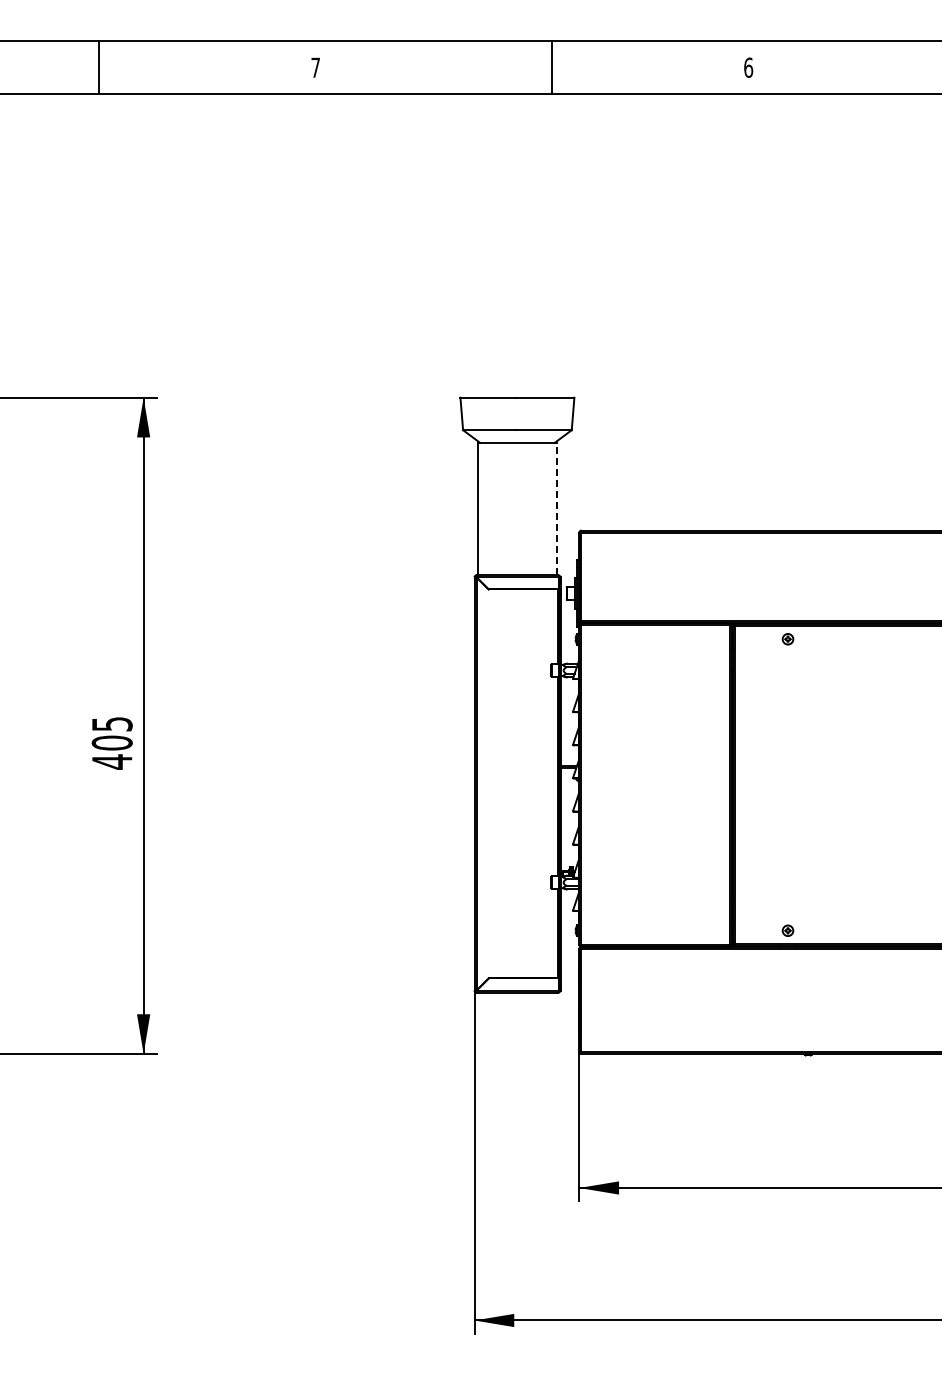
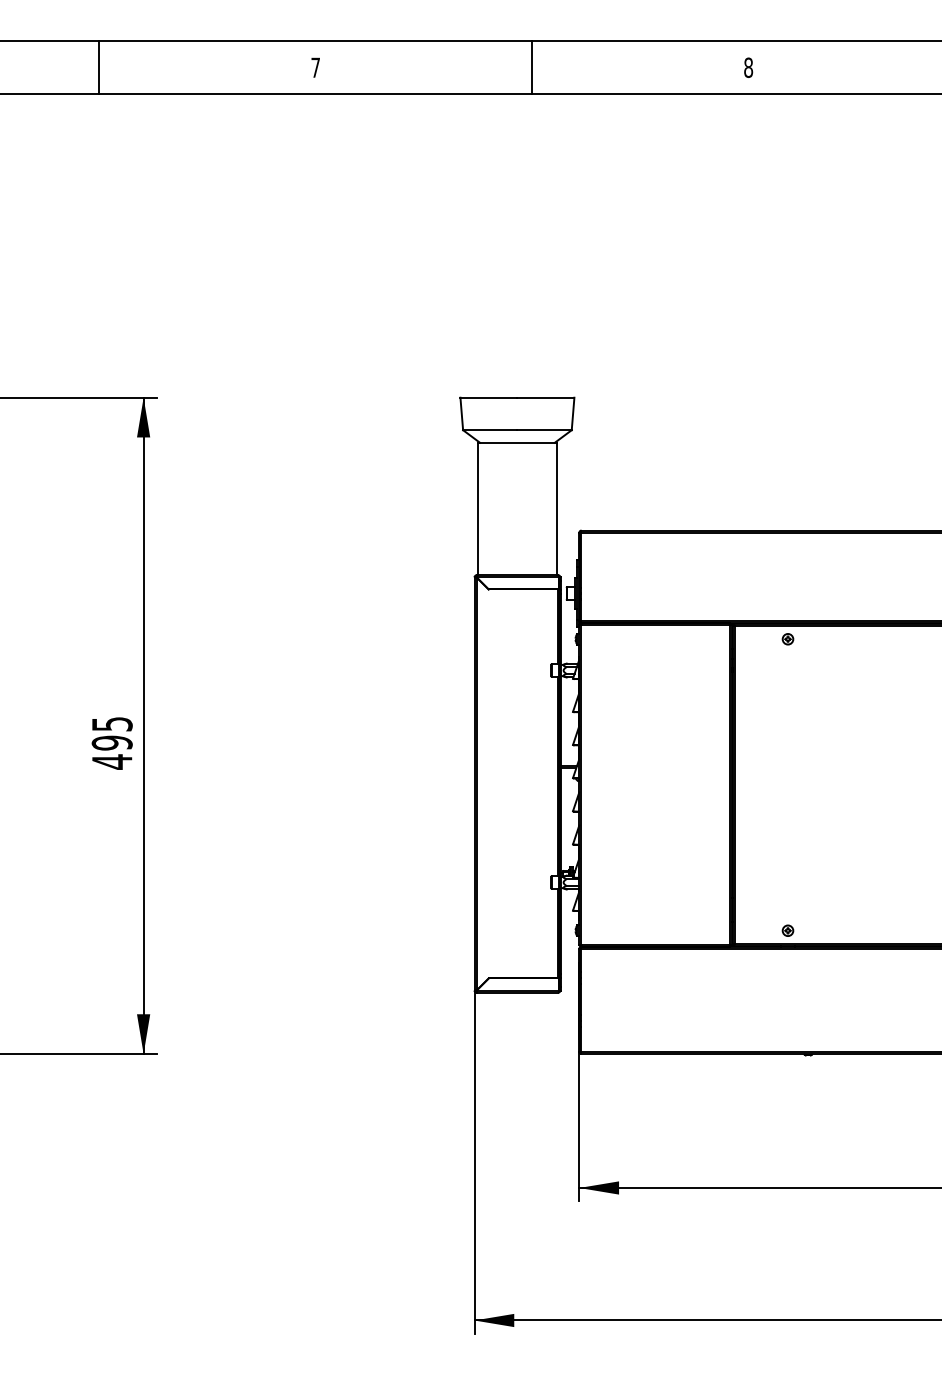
line at (552, 67) position: (552, 67) -> (532, 67)
text at (748, 67): 6 -> 8
line at (557, 508): dashed -> solid
text at (111, 742): 405 -> 495
